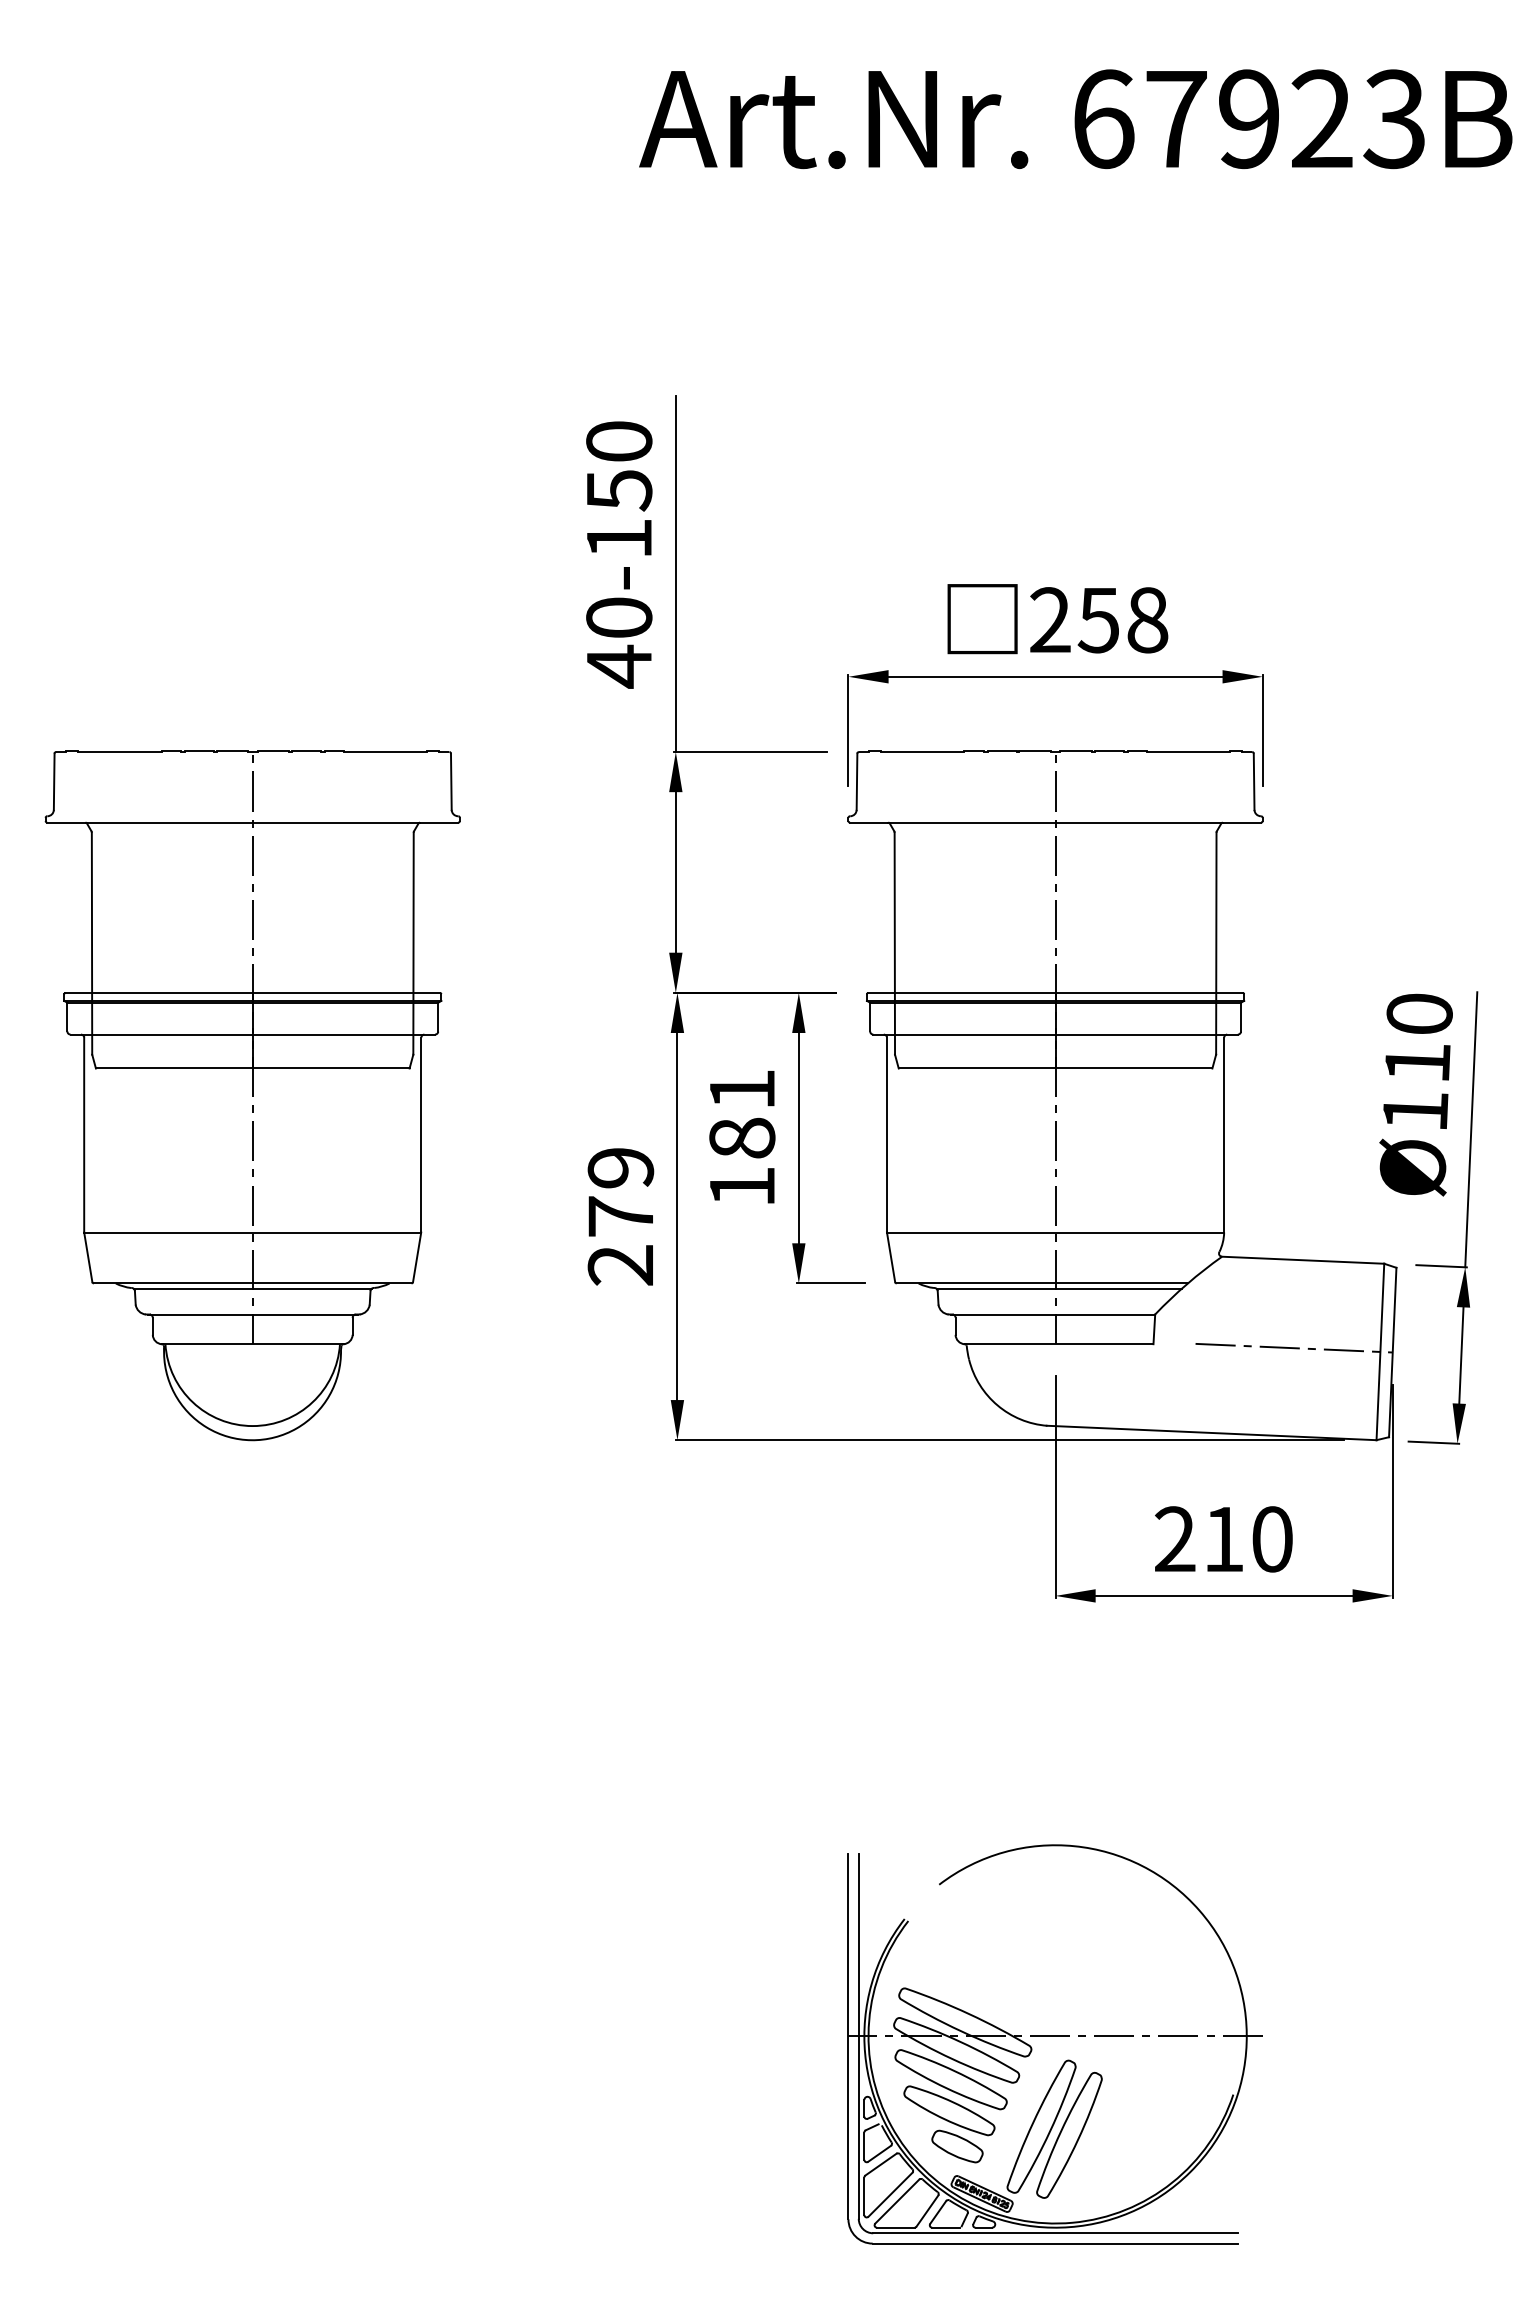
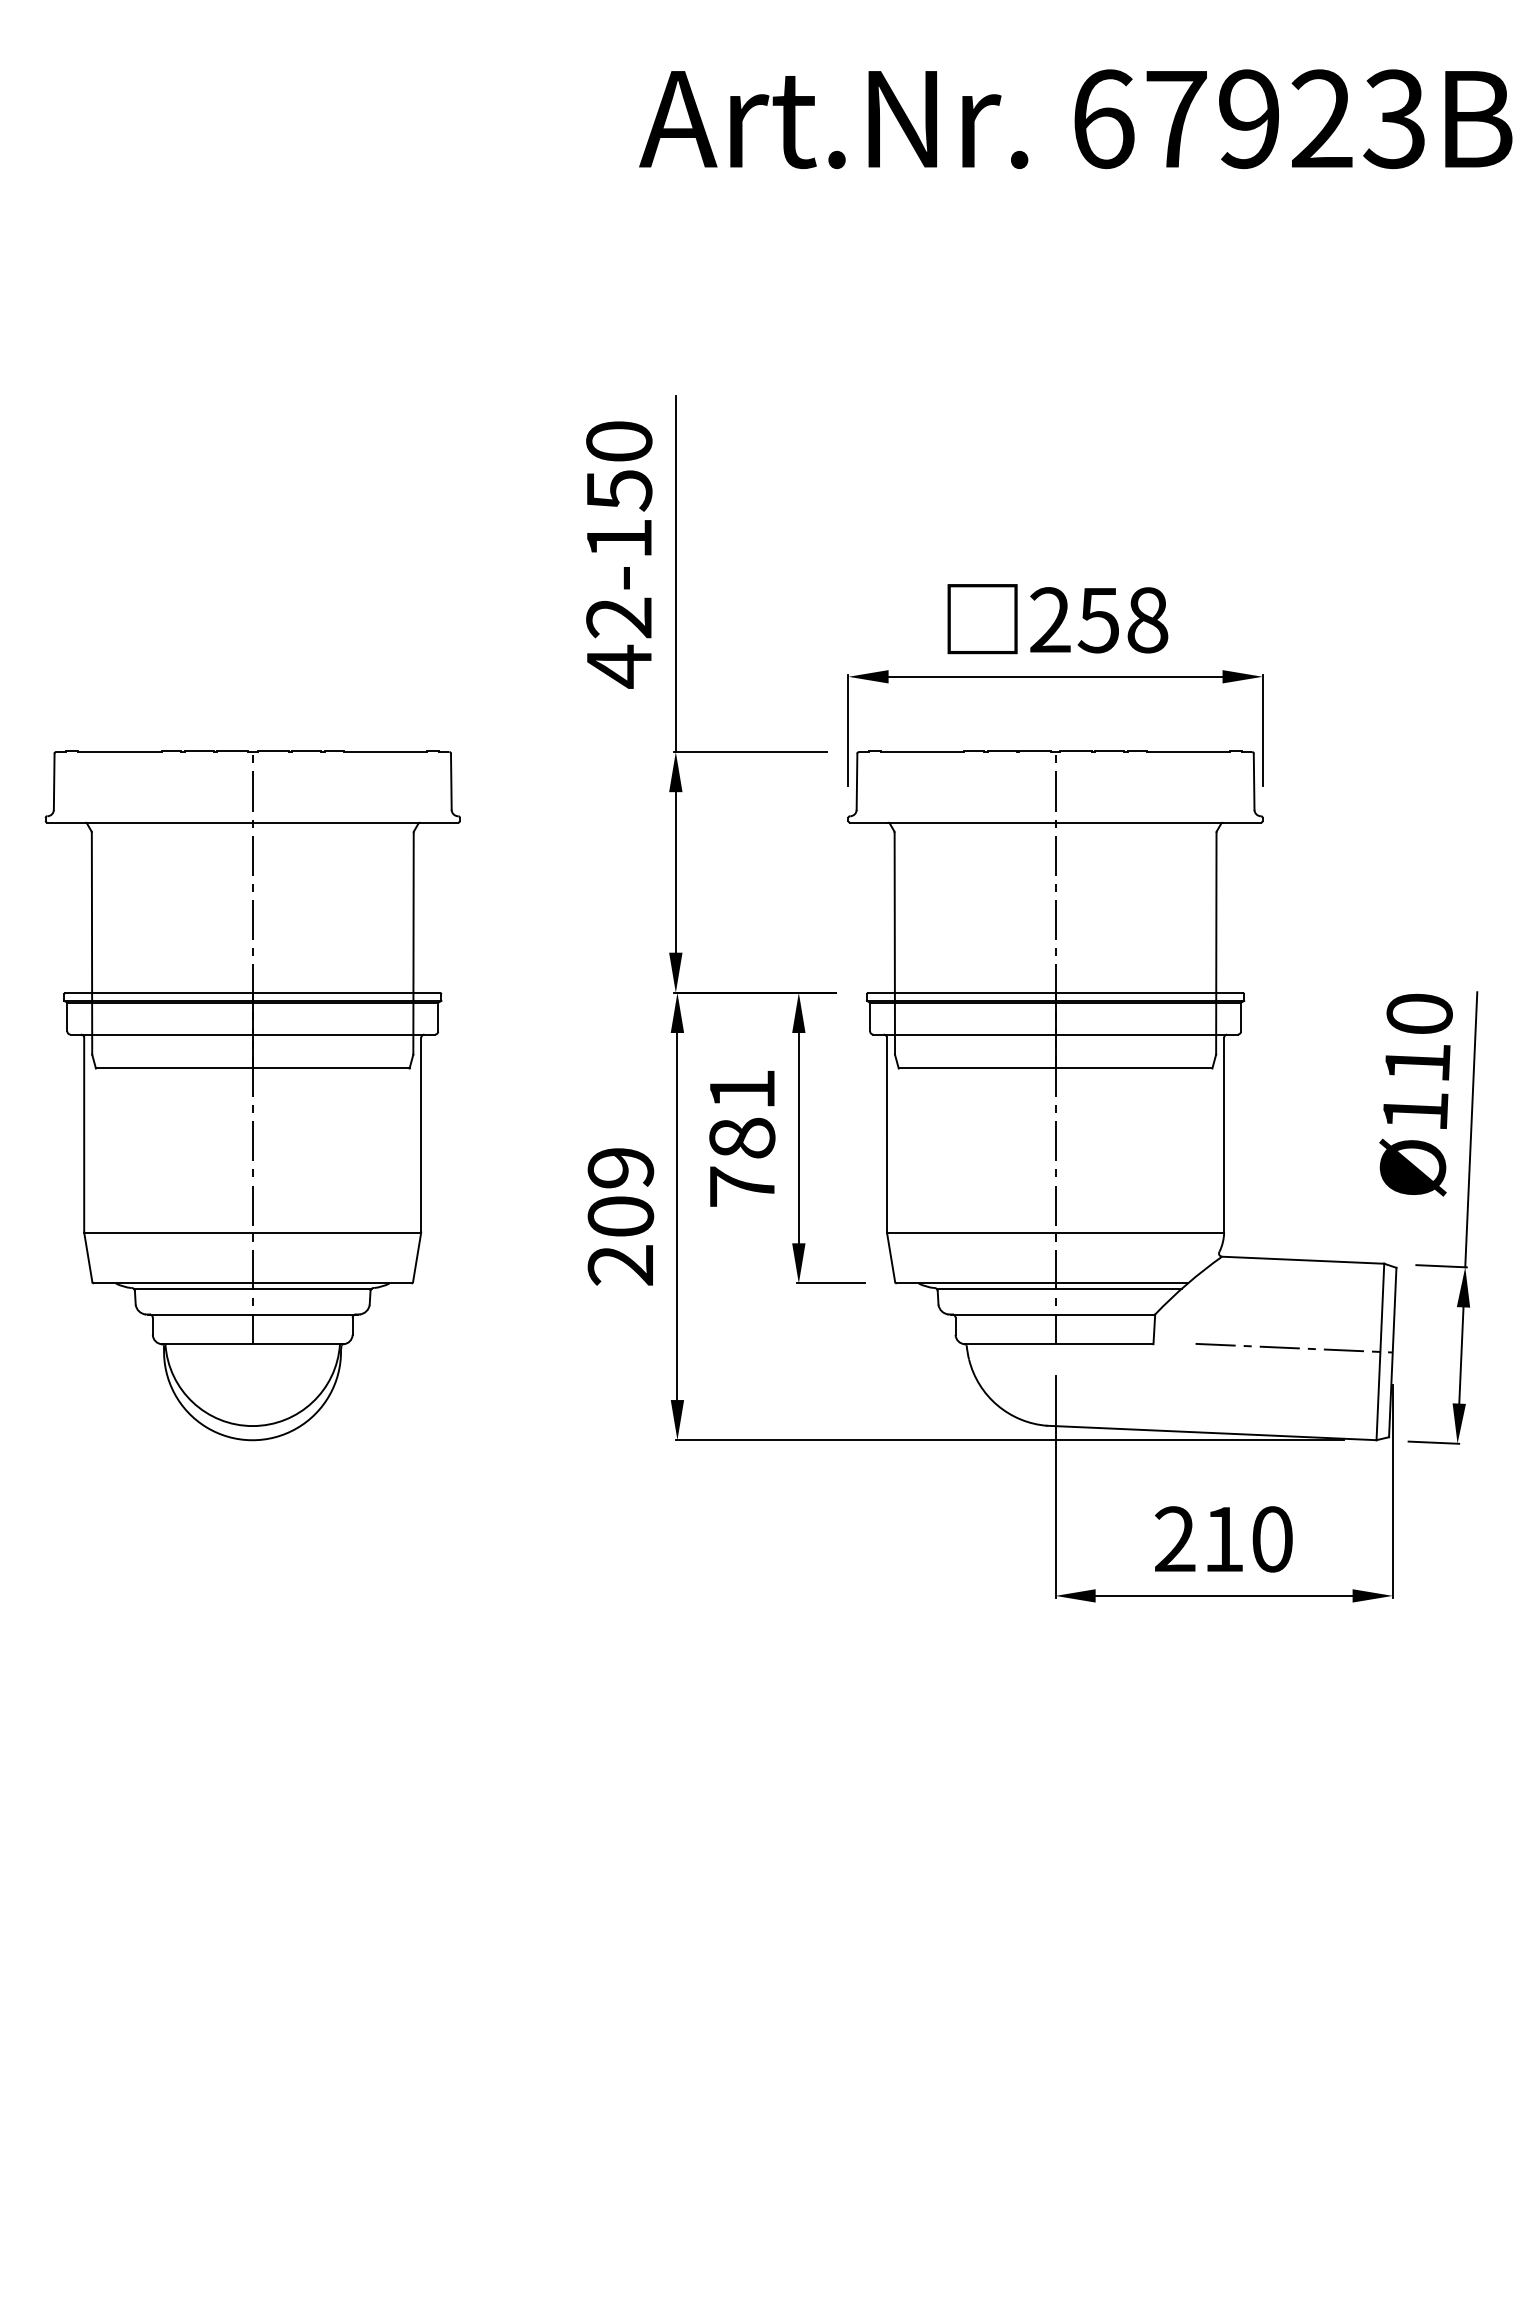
text at (619, 617): 40-150 -> 42-150
text at (742, 1186): 181 -> 781
text at (620, 1216): 279 -> 209
part at (1054, 2036): present -> none
